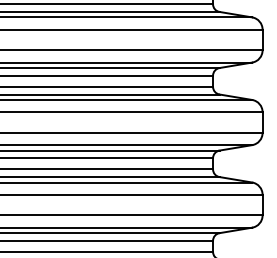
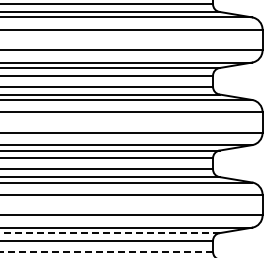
line at (109, 233): solid -> dashed
line at (106, 251): solid -> dashed
